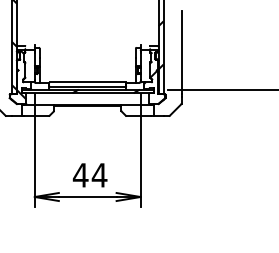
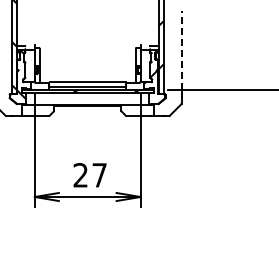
line at (181, 50): solid -> dashed
text at (89, 175): 44 -> 27
